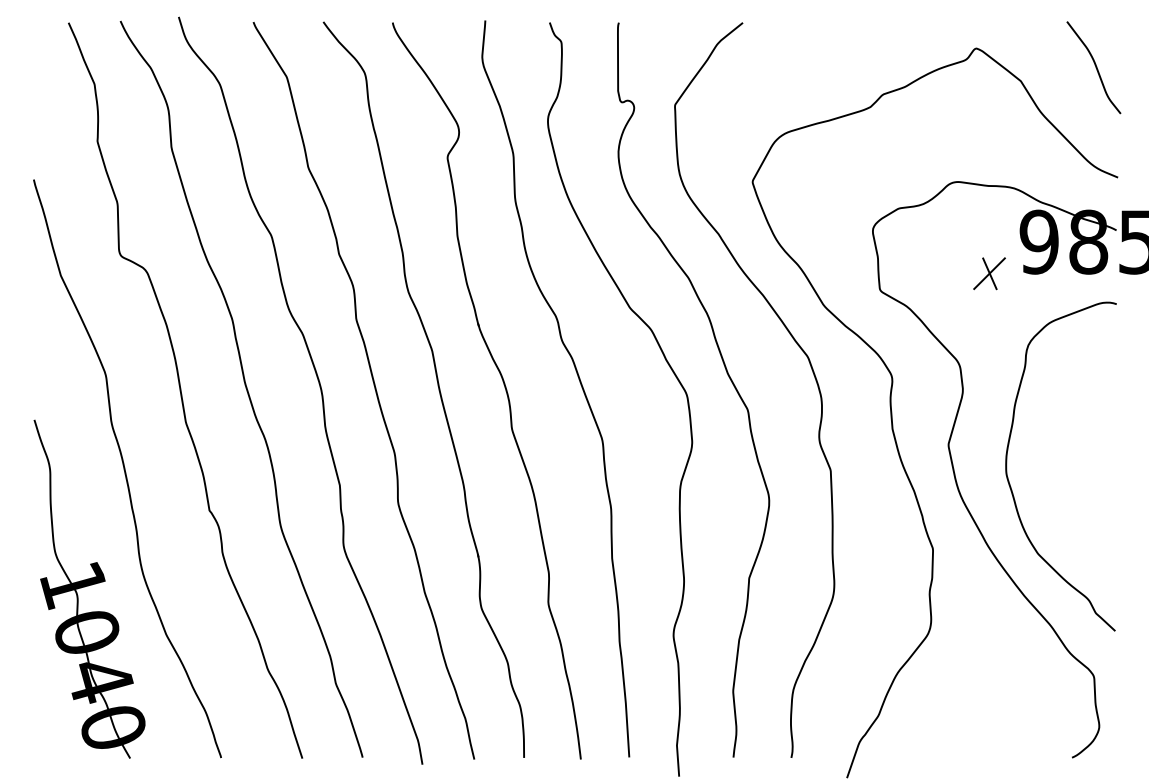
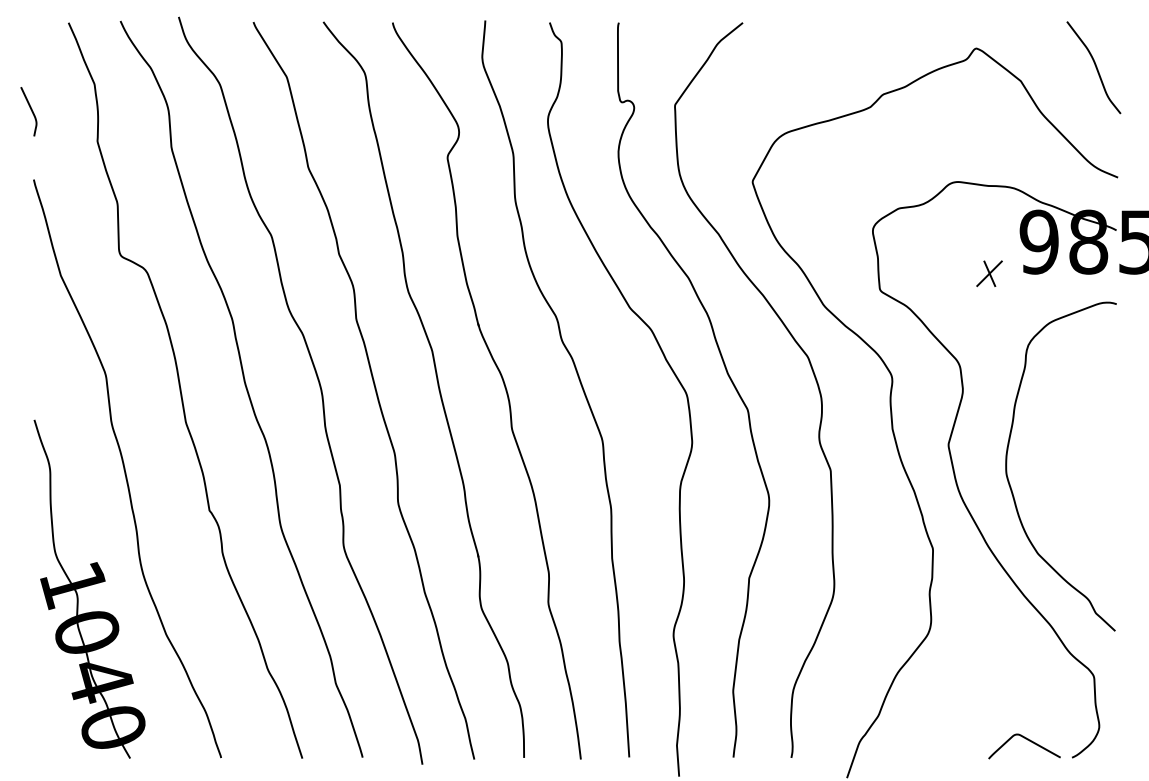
curve at (30, 109): none -> present
part at (989, 273) size: 33x34 px -> 27x28 px
curve at (1027, 740): none -> present
